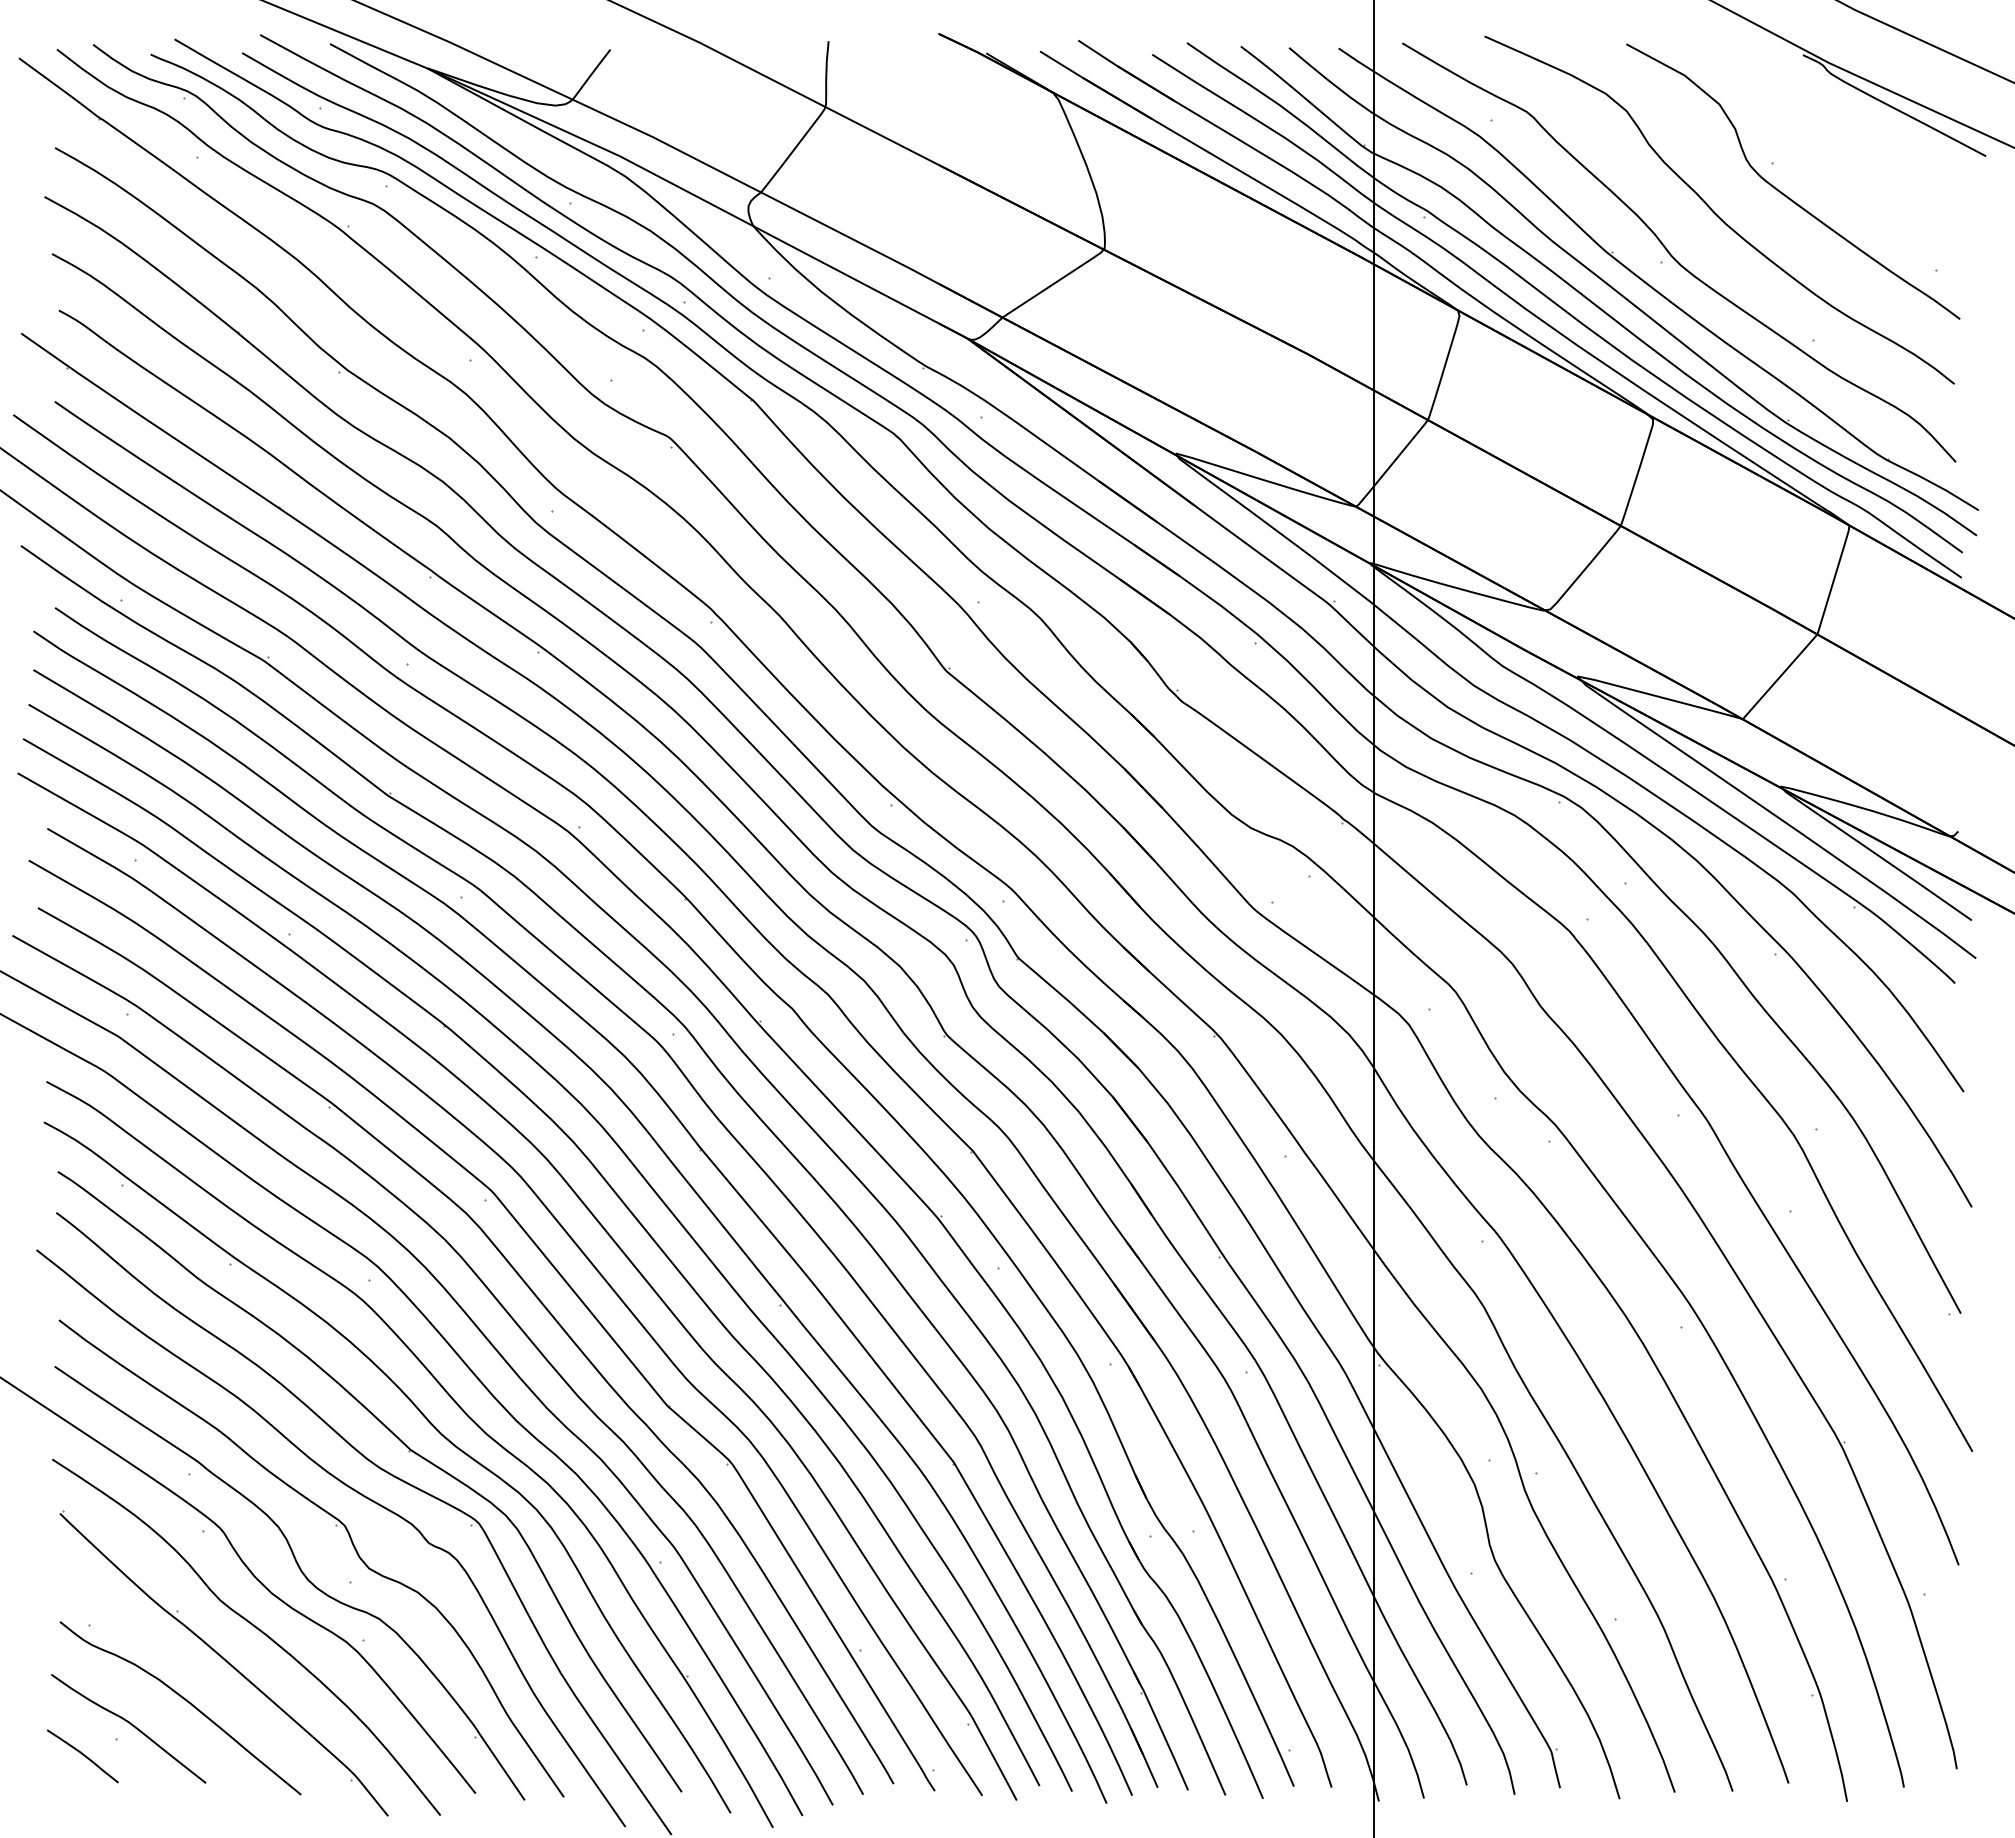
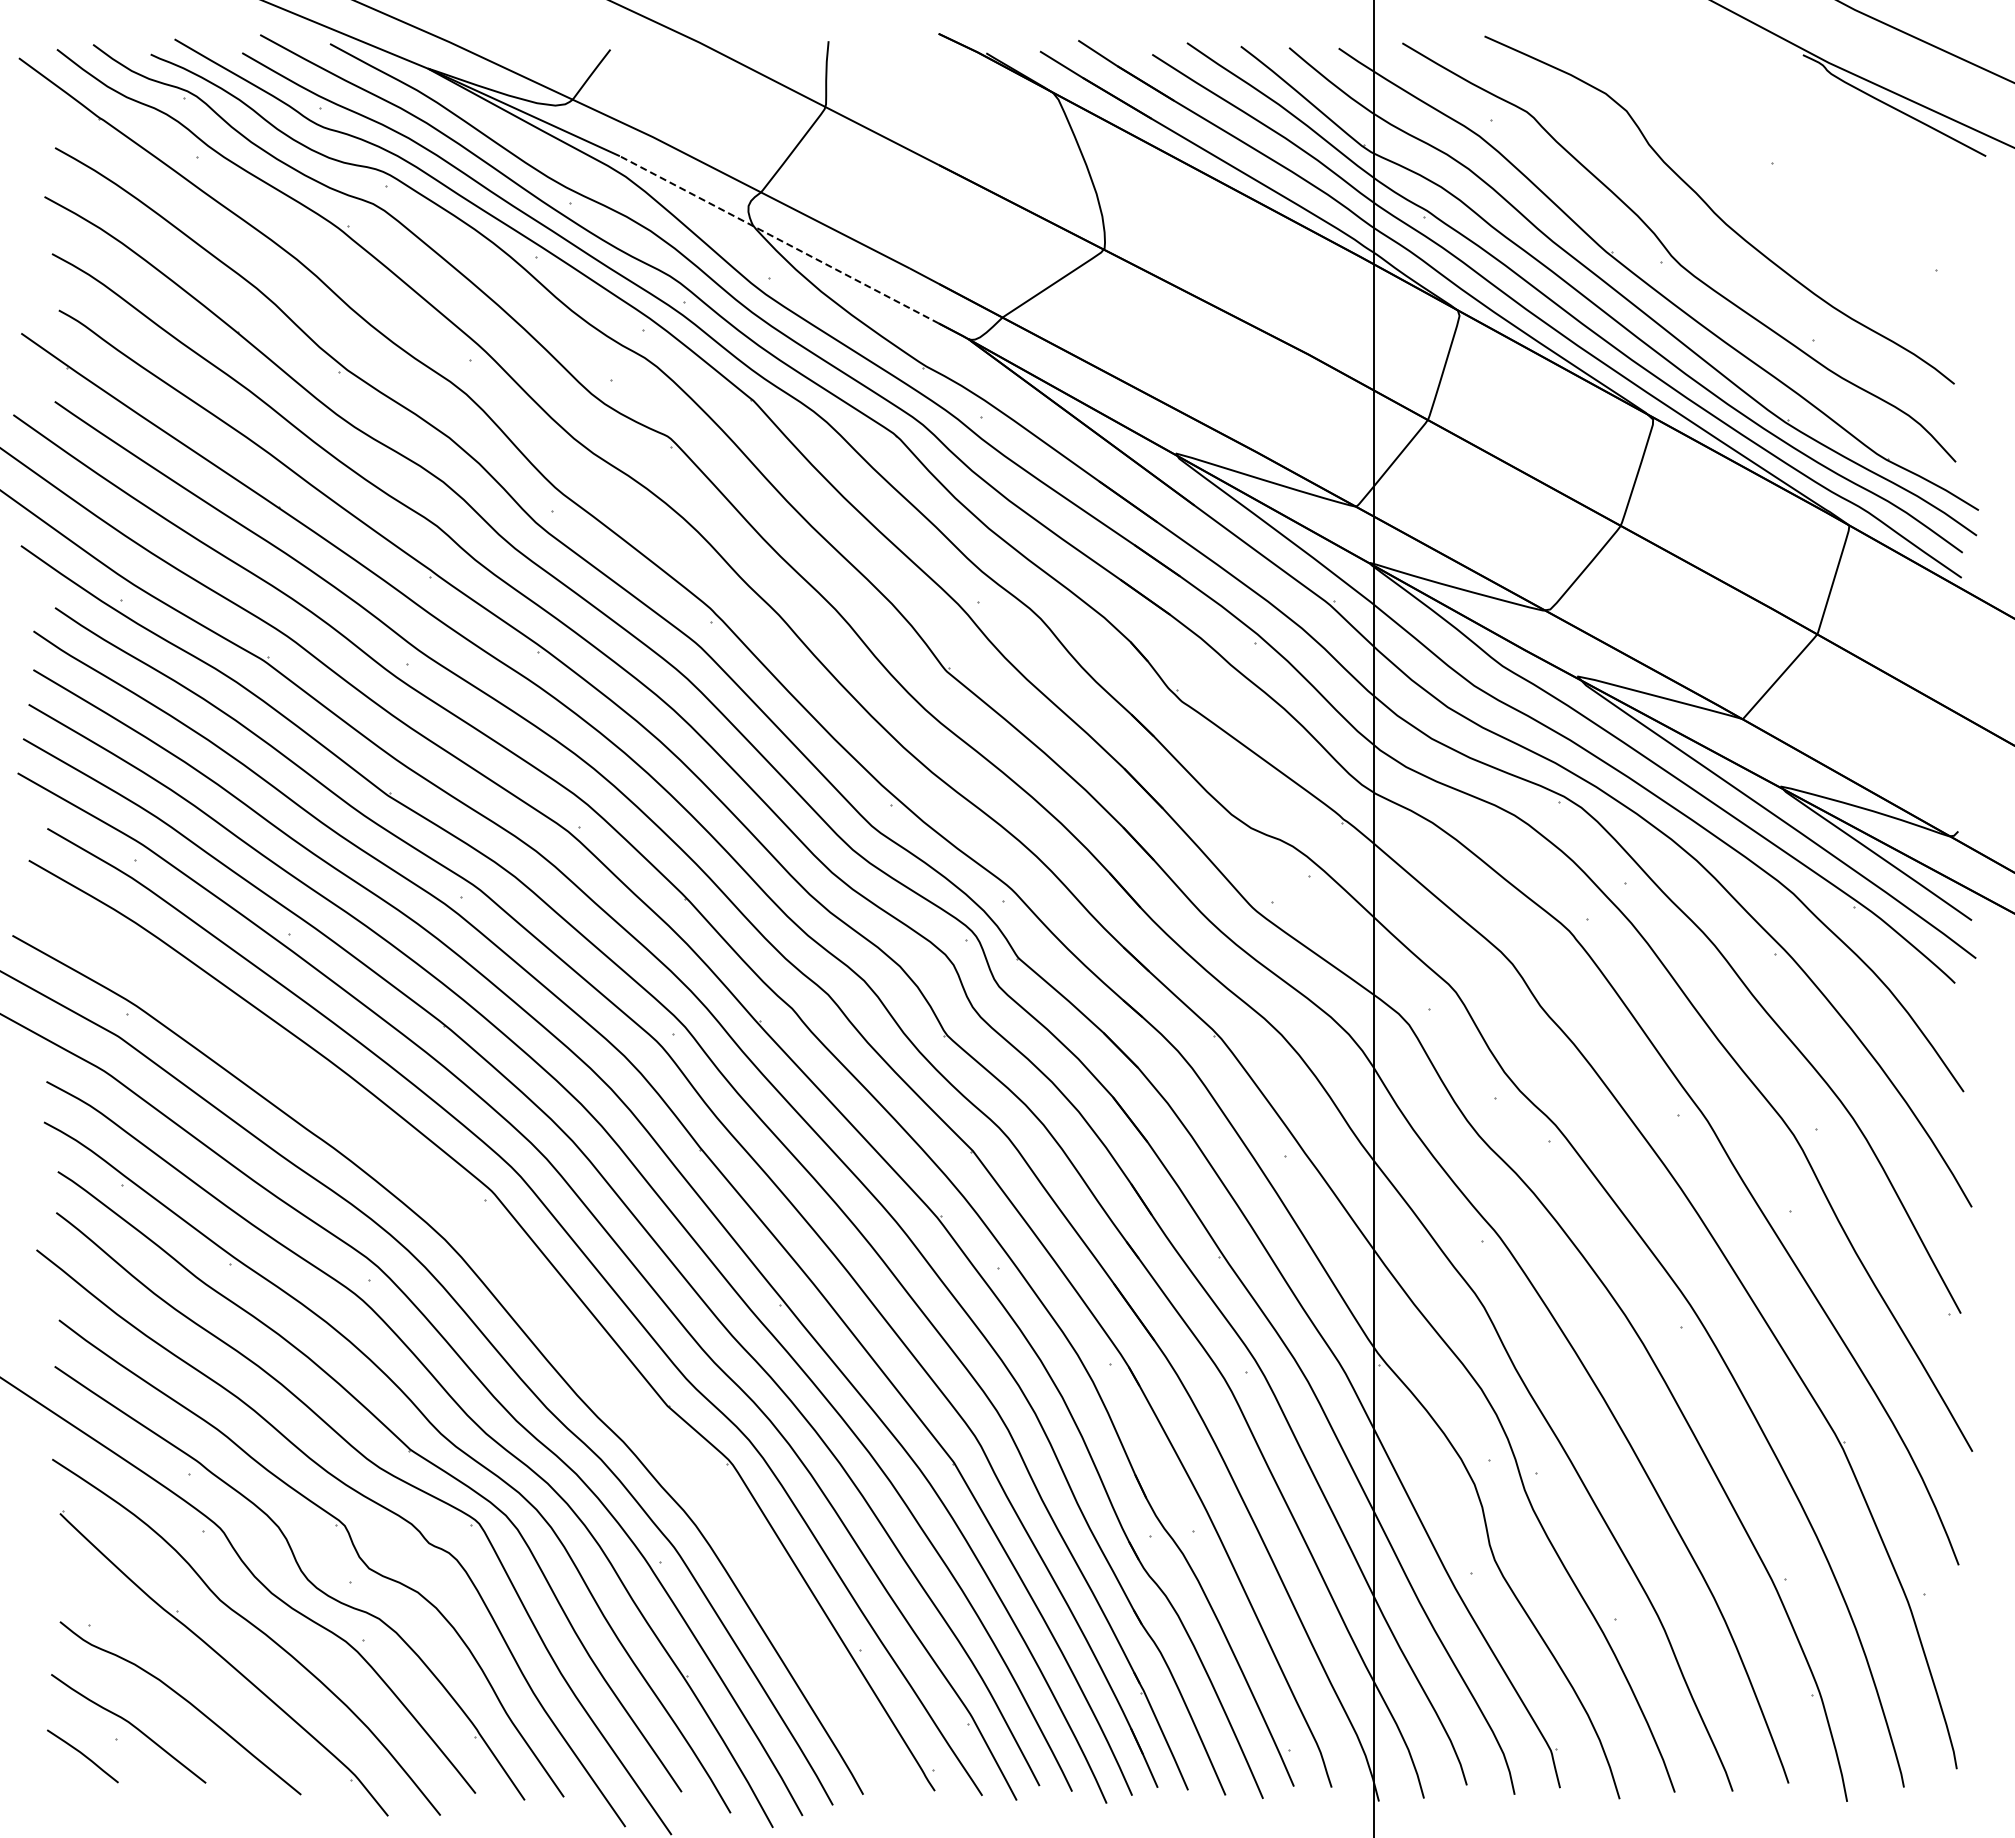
curve at (1784, 193): present -> none
line at (778, 239): solid -> dashed
part at (531, 1292): present -> none
